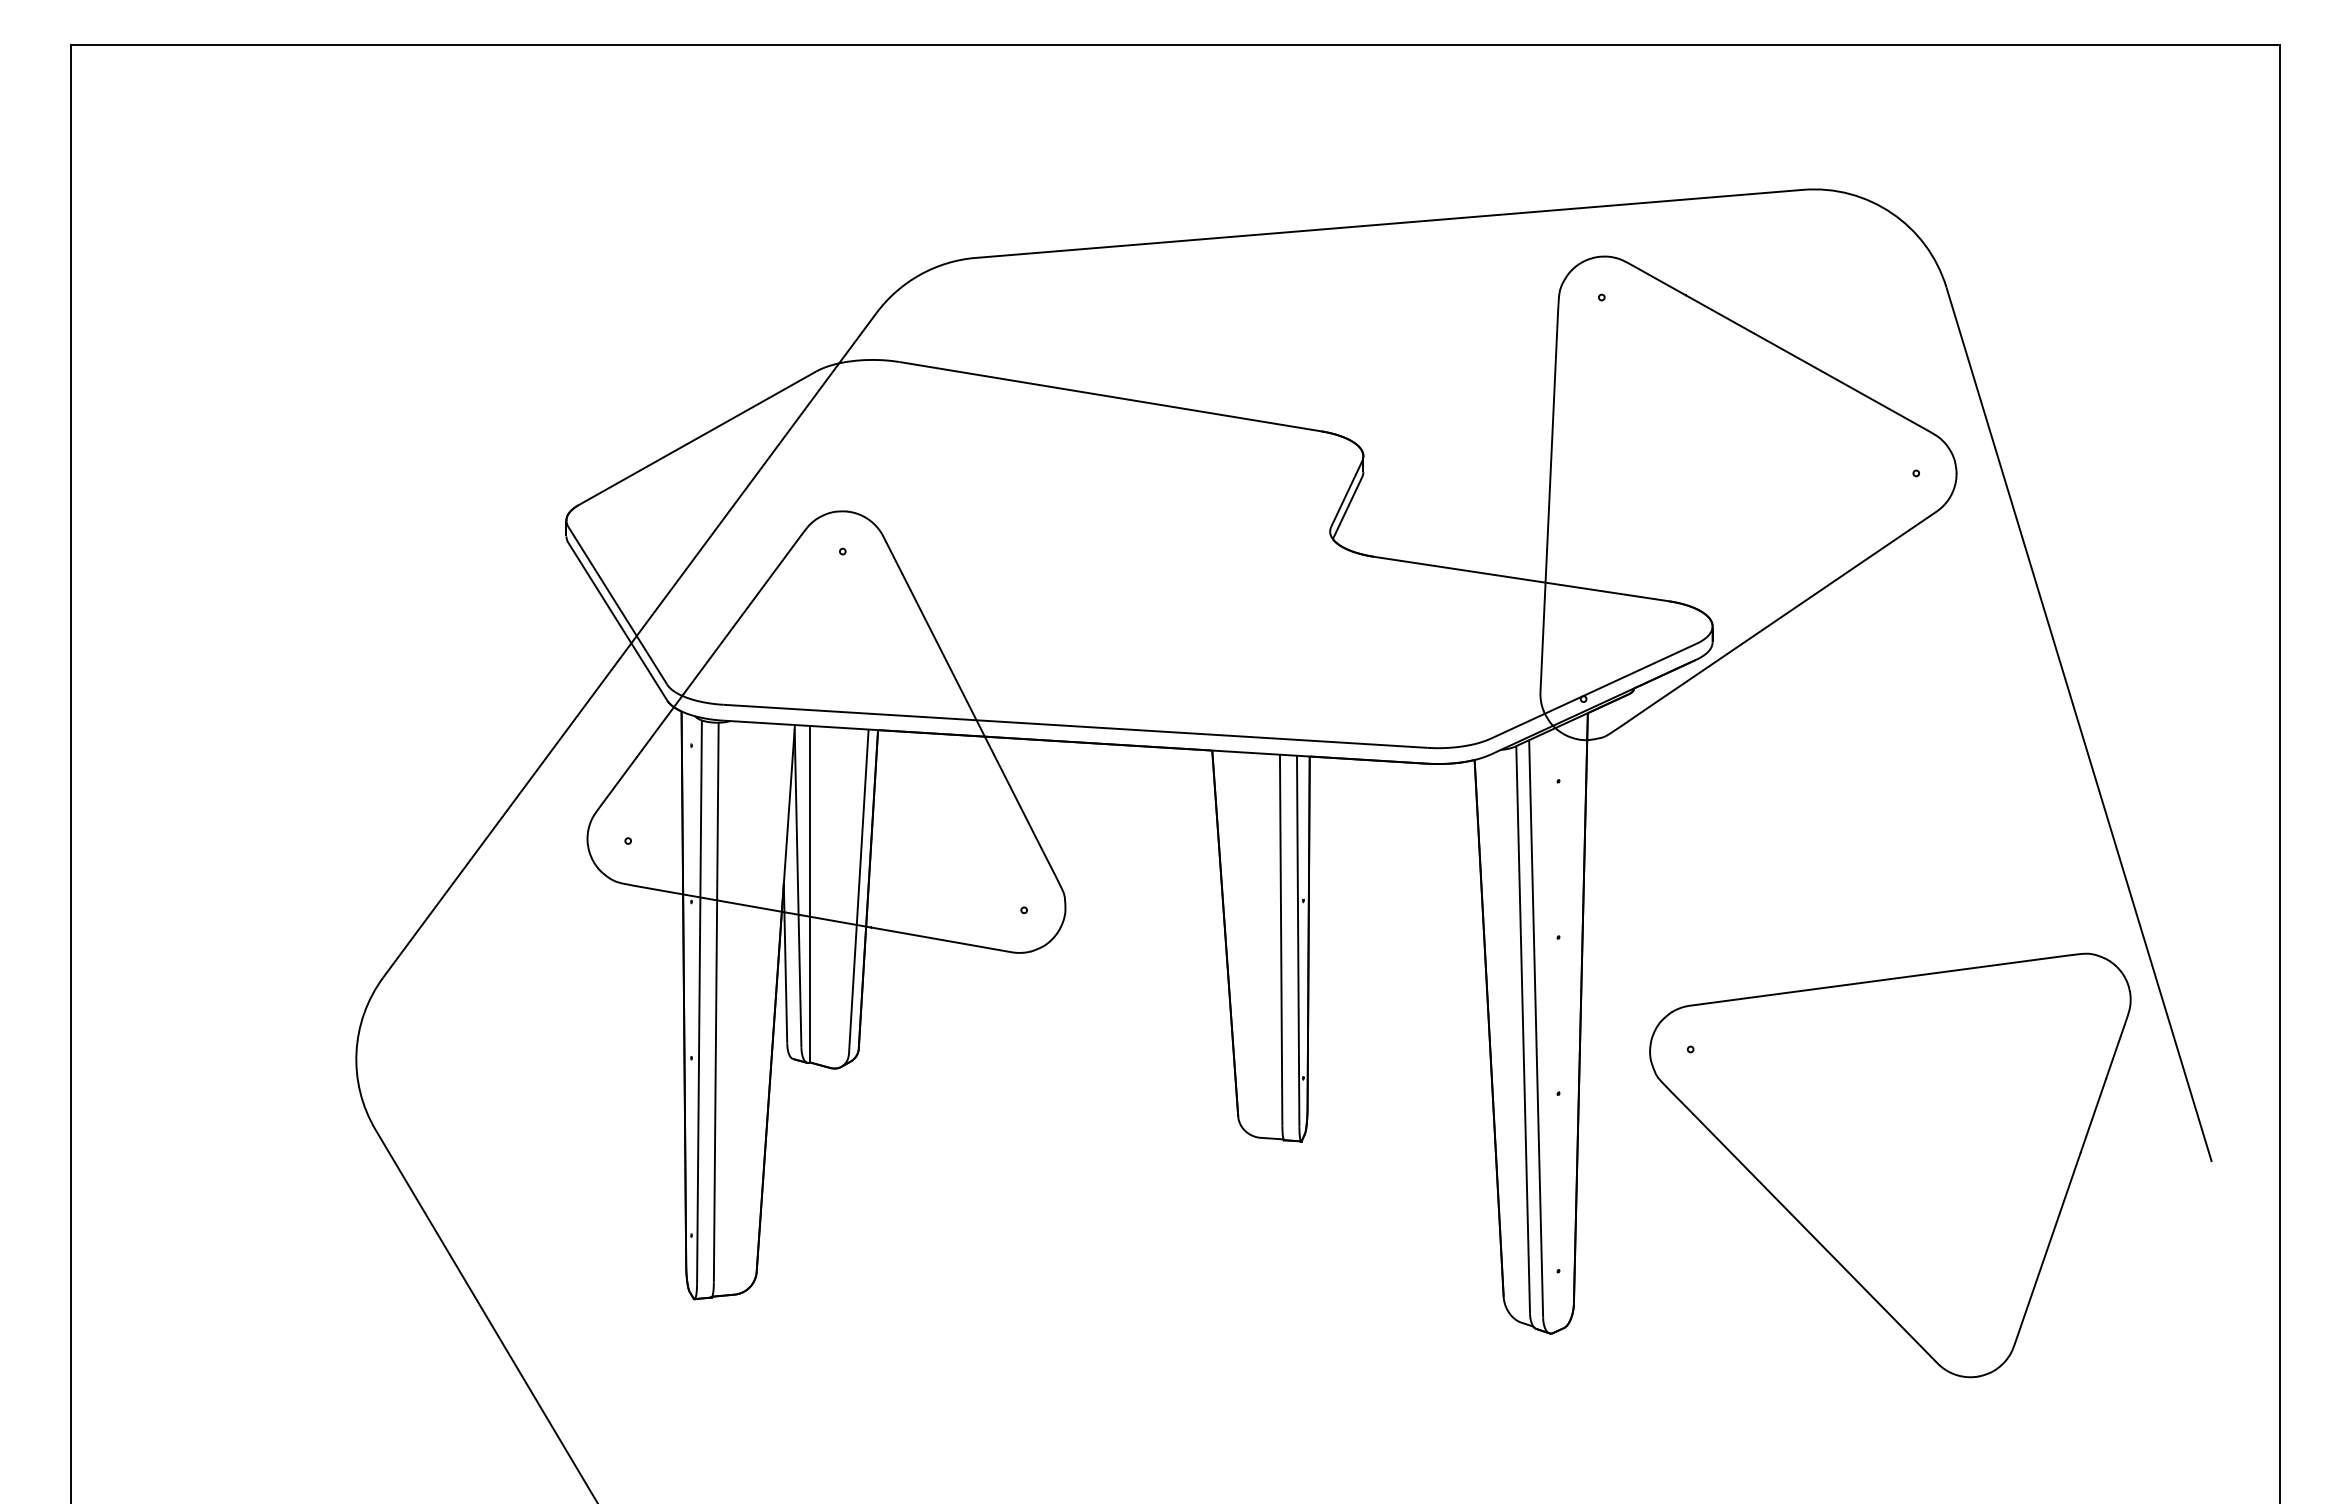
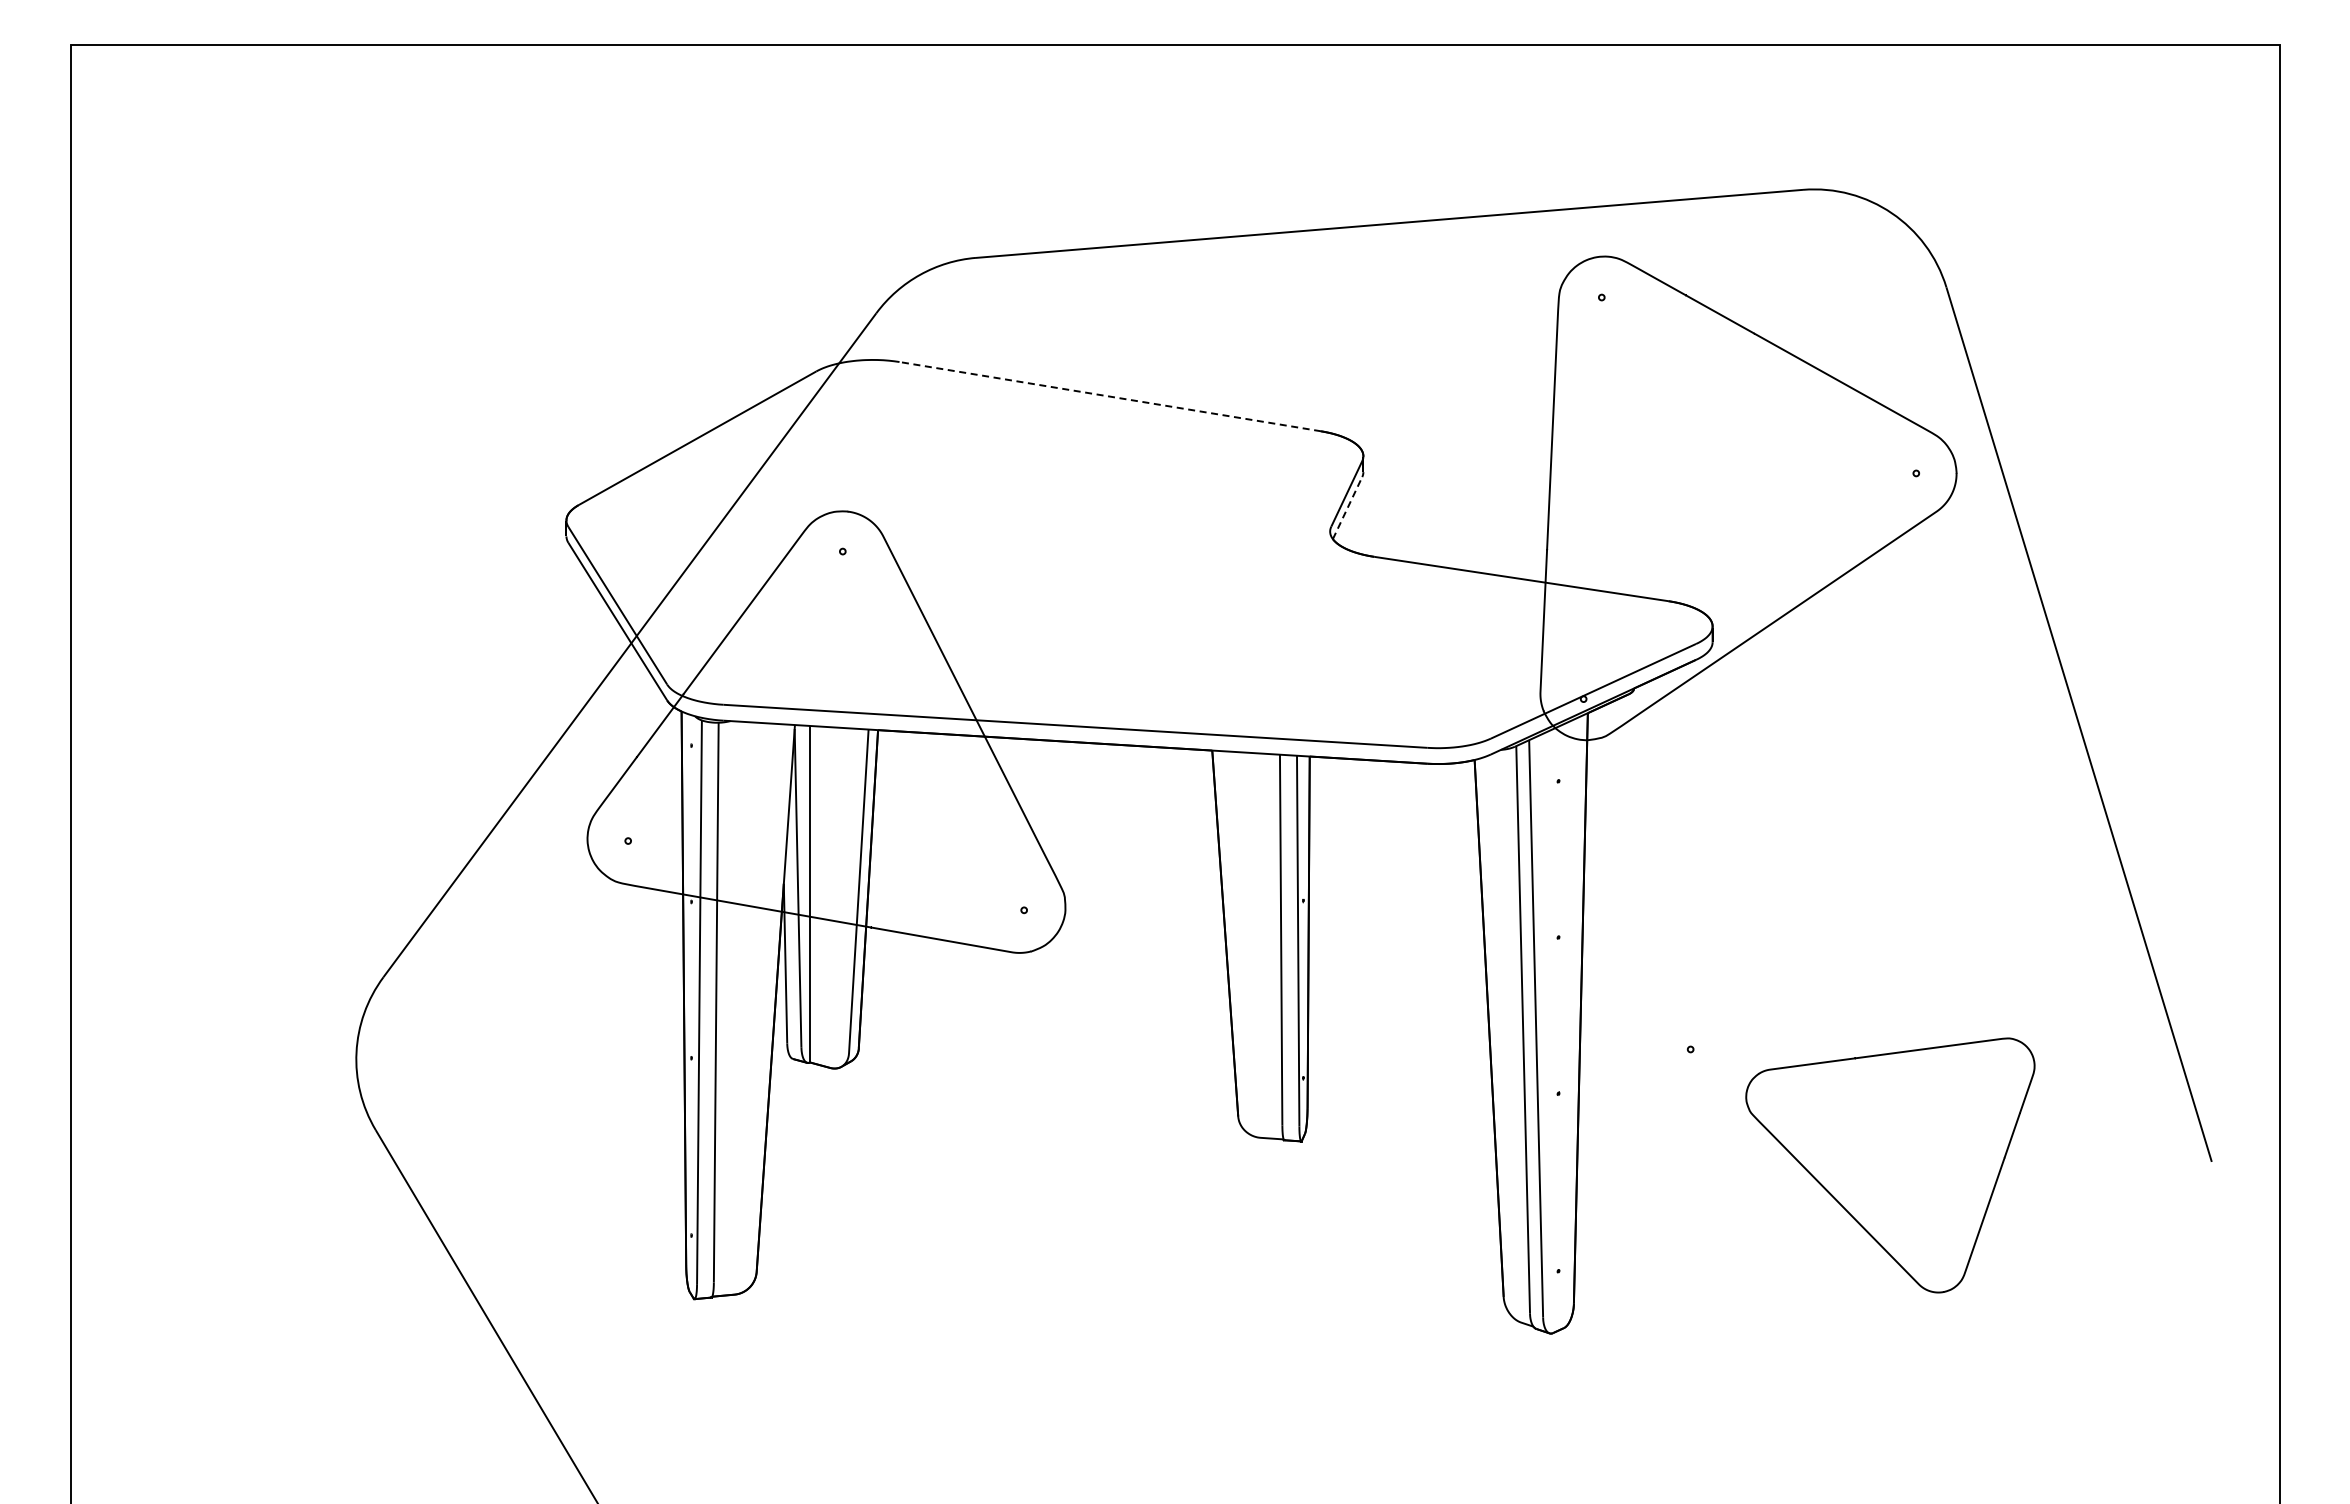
line at (1110, 396): solid -> dashed
line at (1347, 507): solid -> dashed
part at (1890, 1165) size: 483x427 px -> 291x257 px
